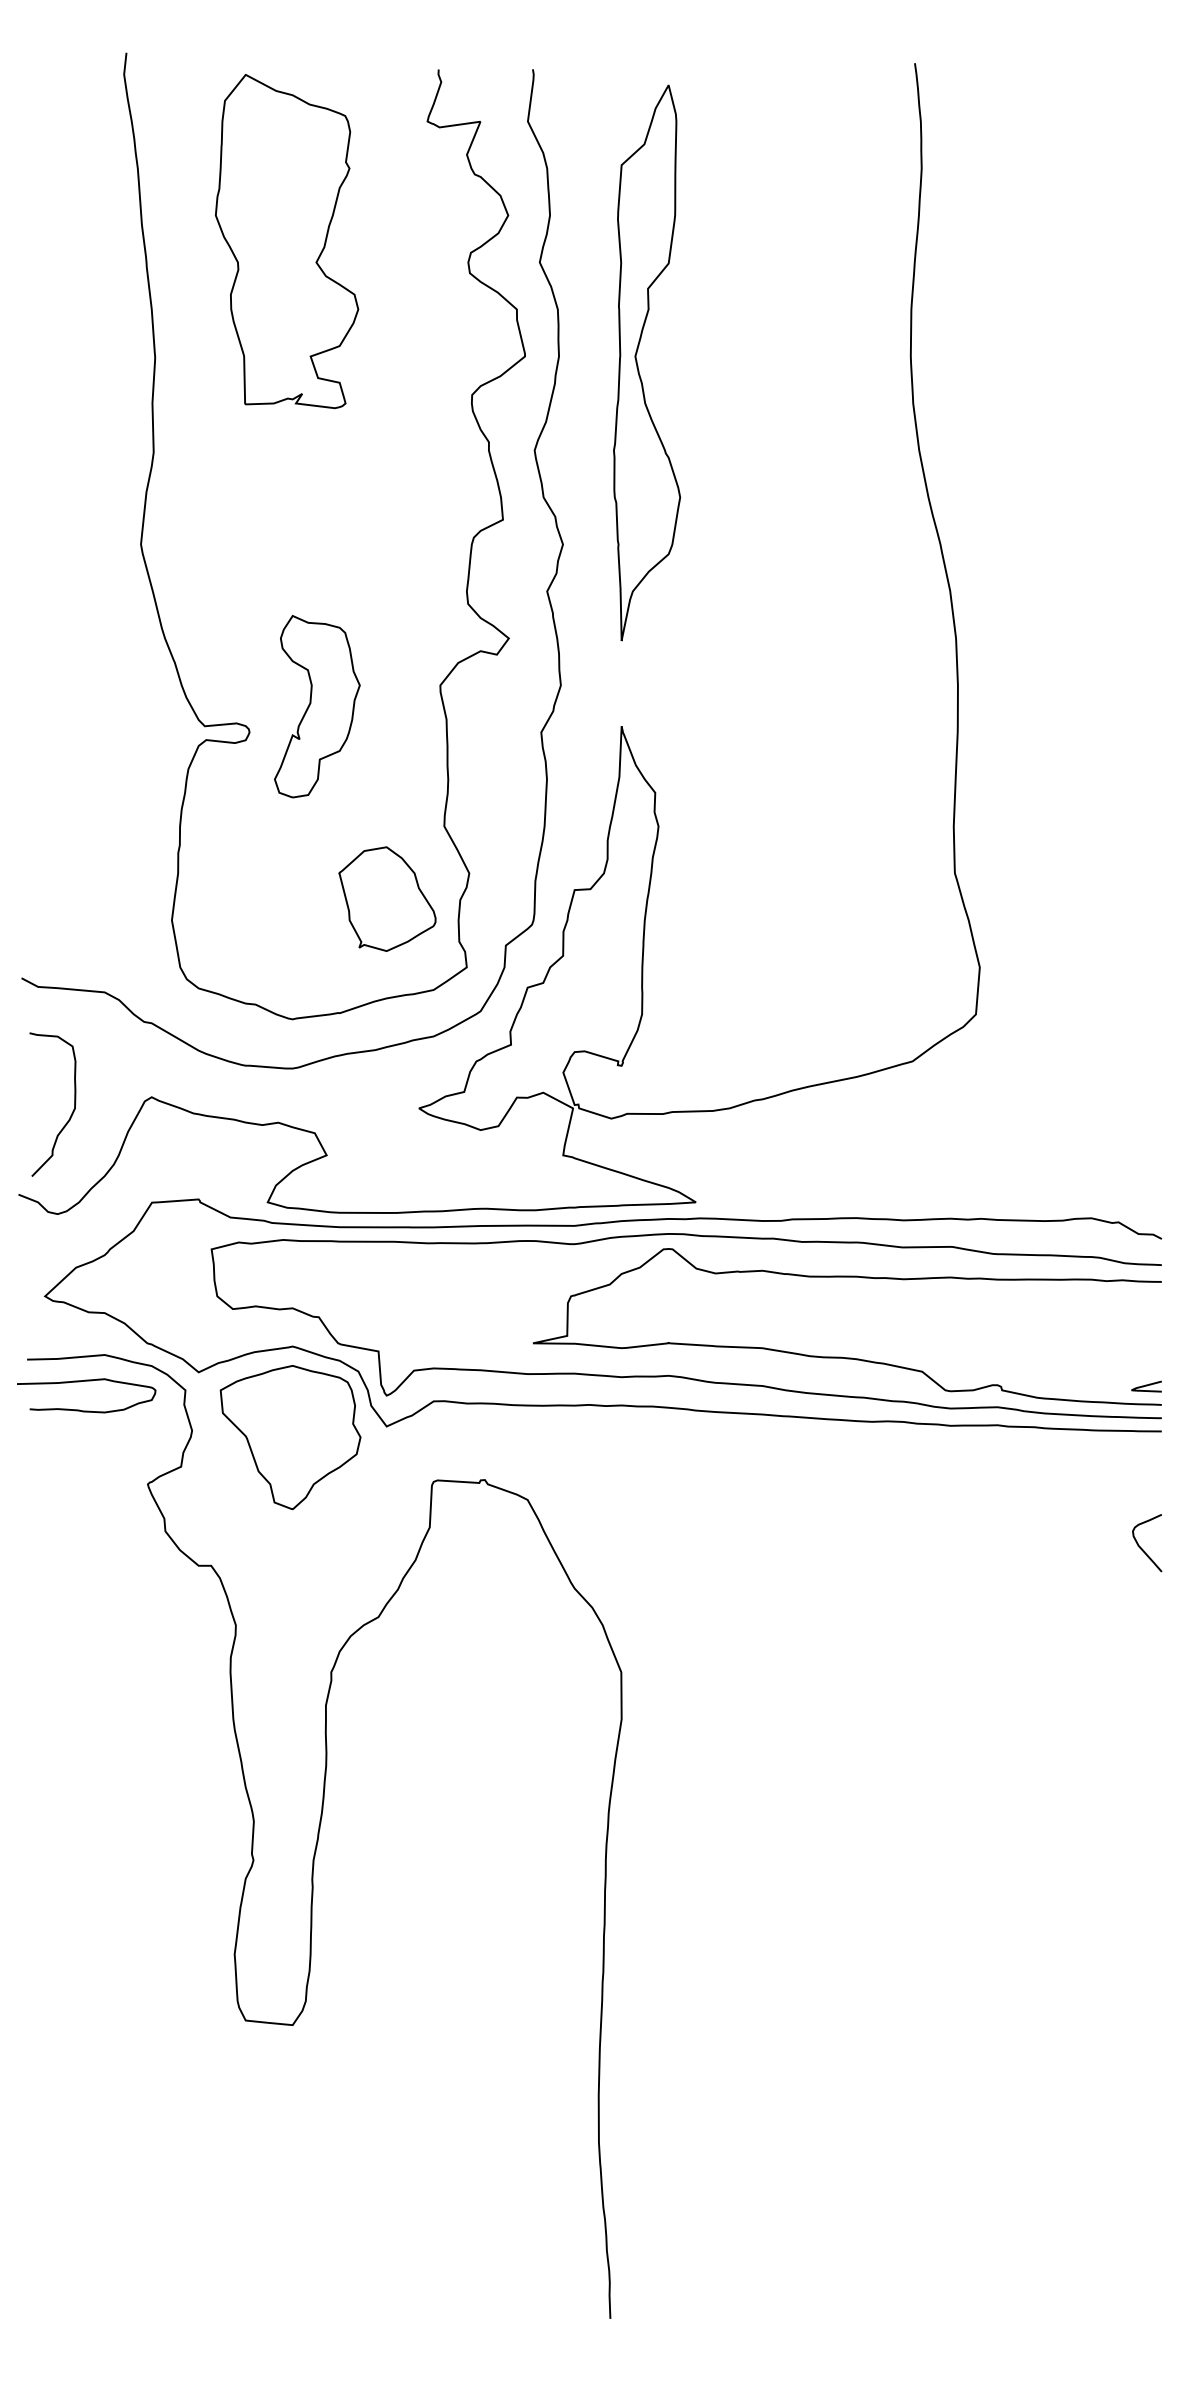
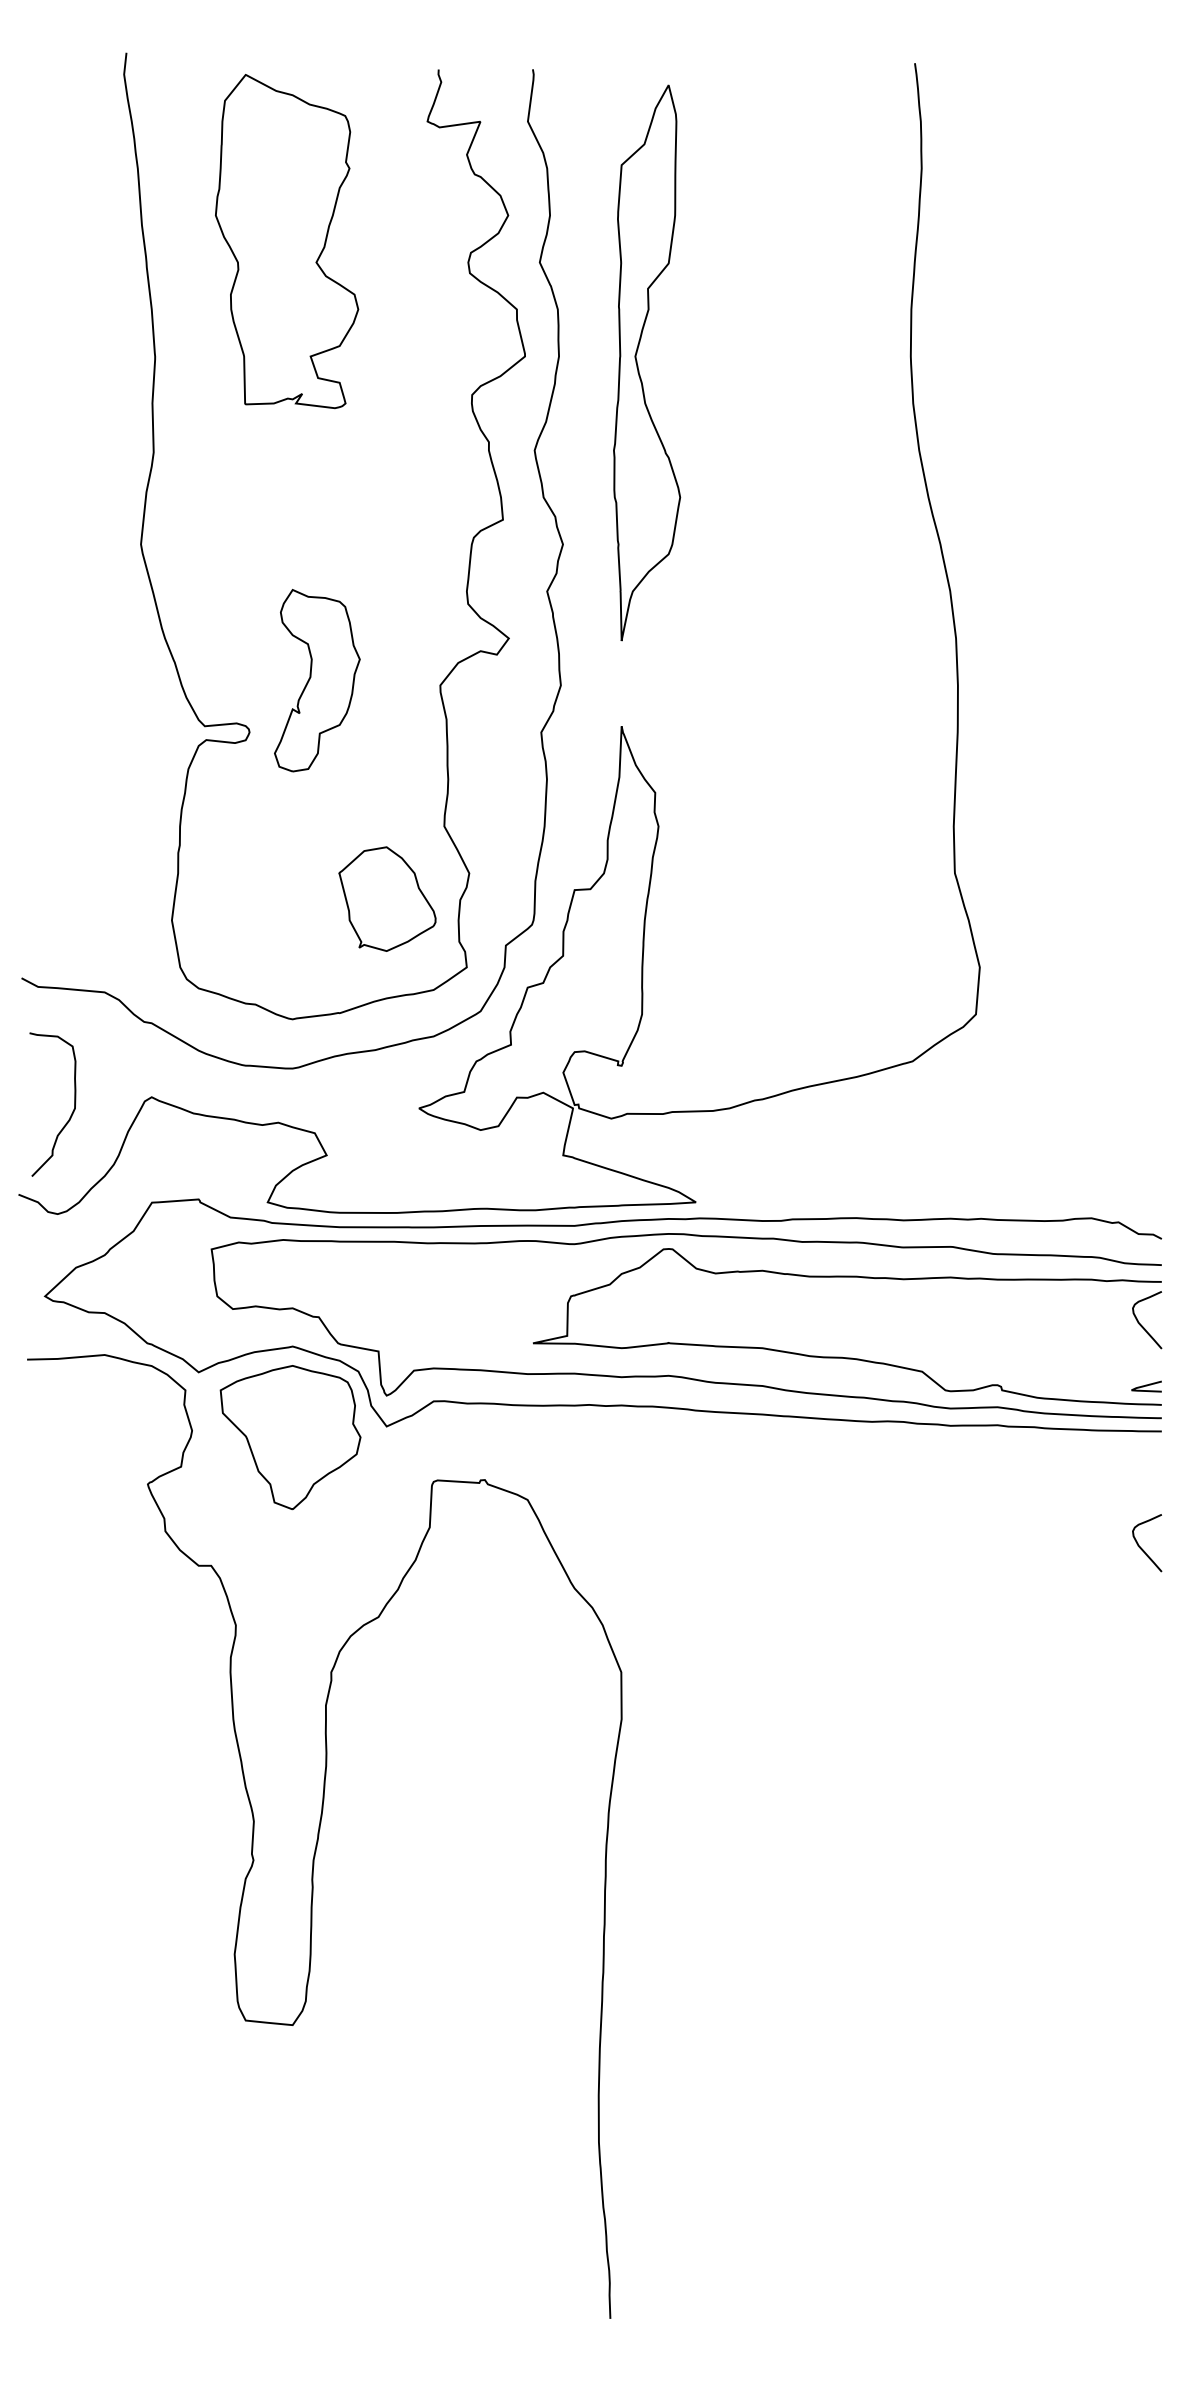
part at (317, 706) position: (317, 706) -> (317, 680)
curve at (1142, 1325): none -> present
curve at (86, 1381): present -> none
